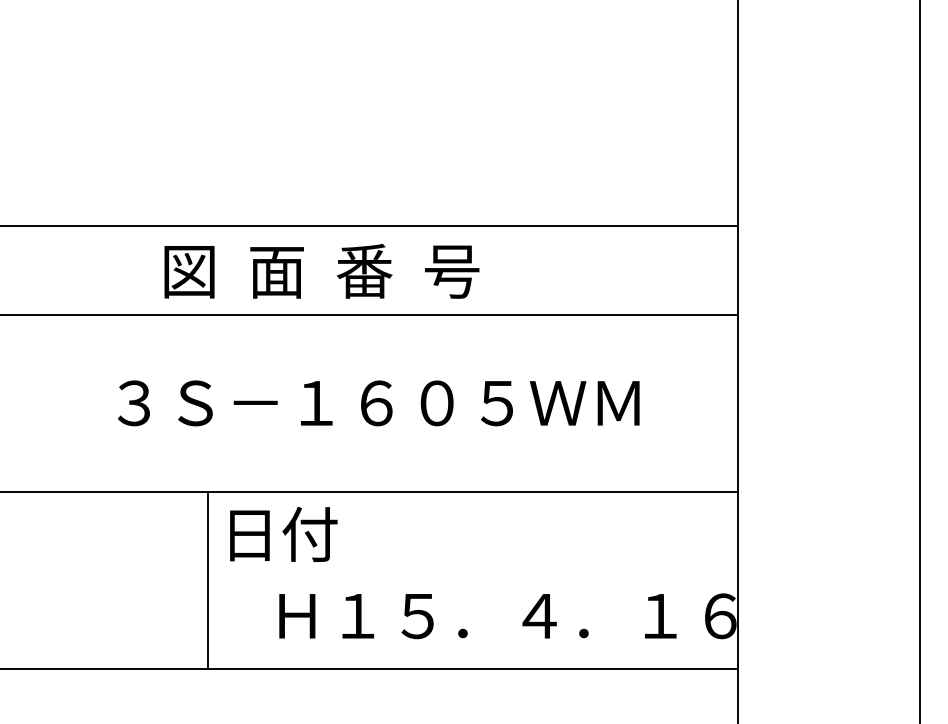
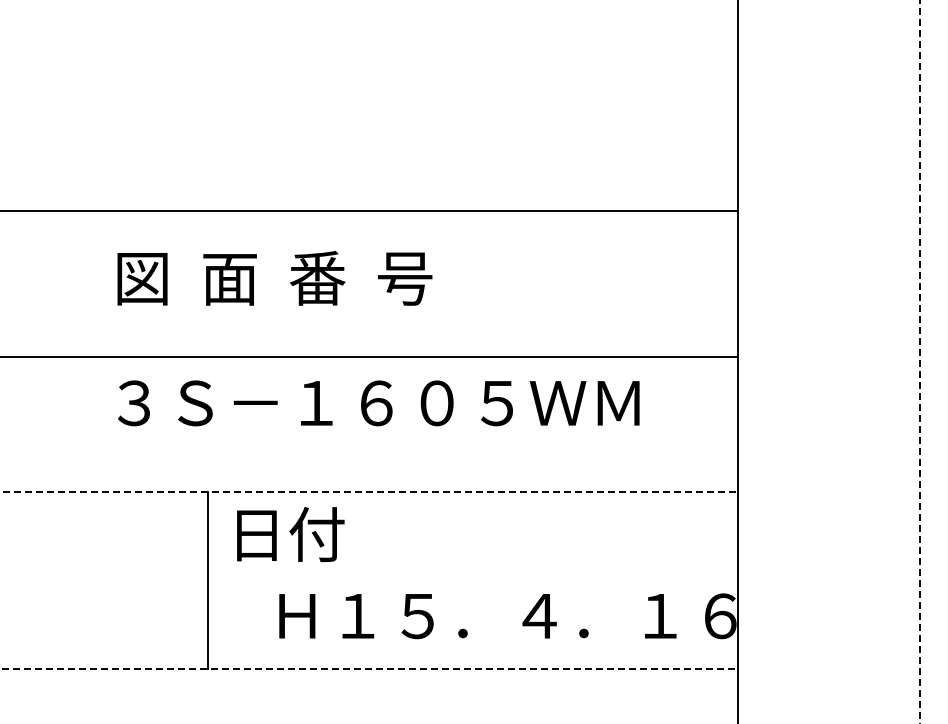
line at (369, 226) position: (369, 226) -> (369, 211)
text at (321, 271) position: (321, 271) -> (274, 278)
line at (369, 314) position: (369, 314) -> (369, 356)
line at (919, 361): solid -> dashed
line at (369, 492): solid -> dashed
text at (283, 534) position: (283, 534) -> (290, 534)
line at (369, 669): solid -> dashed
